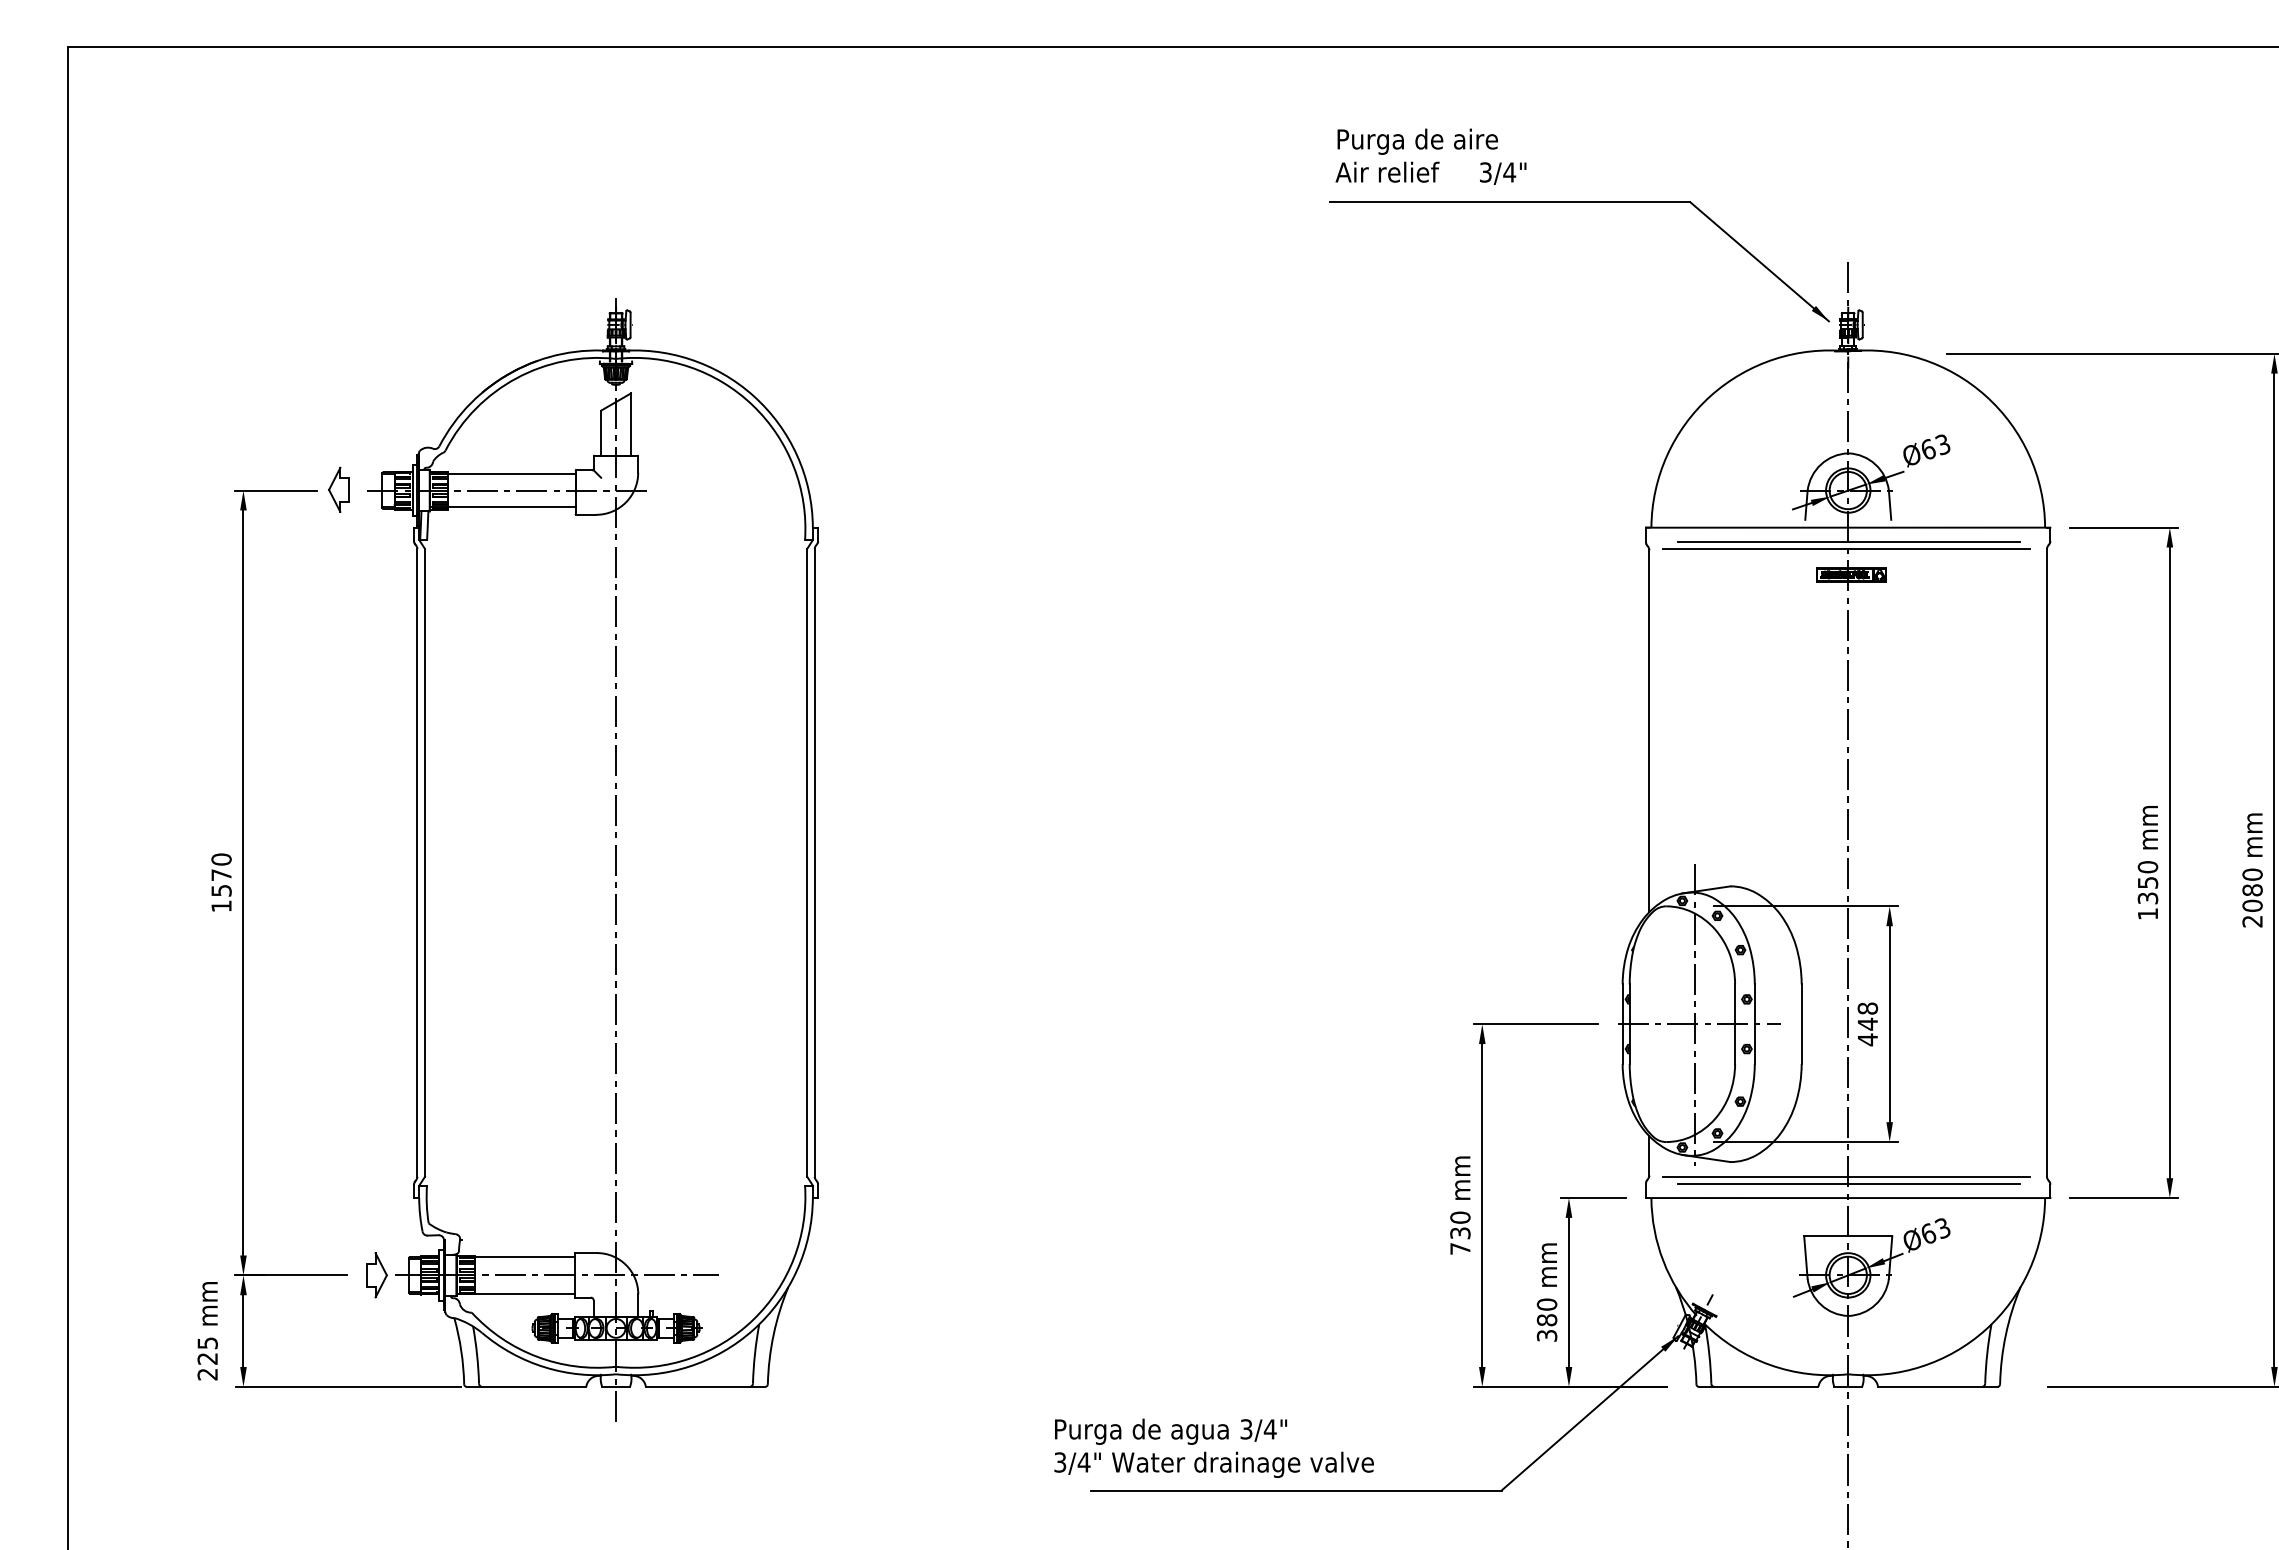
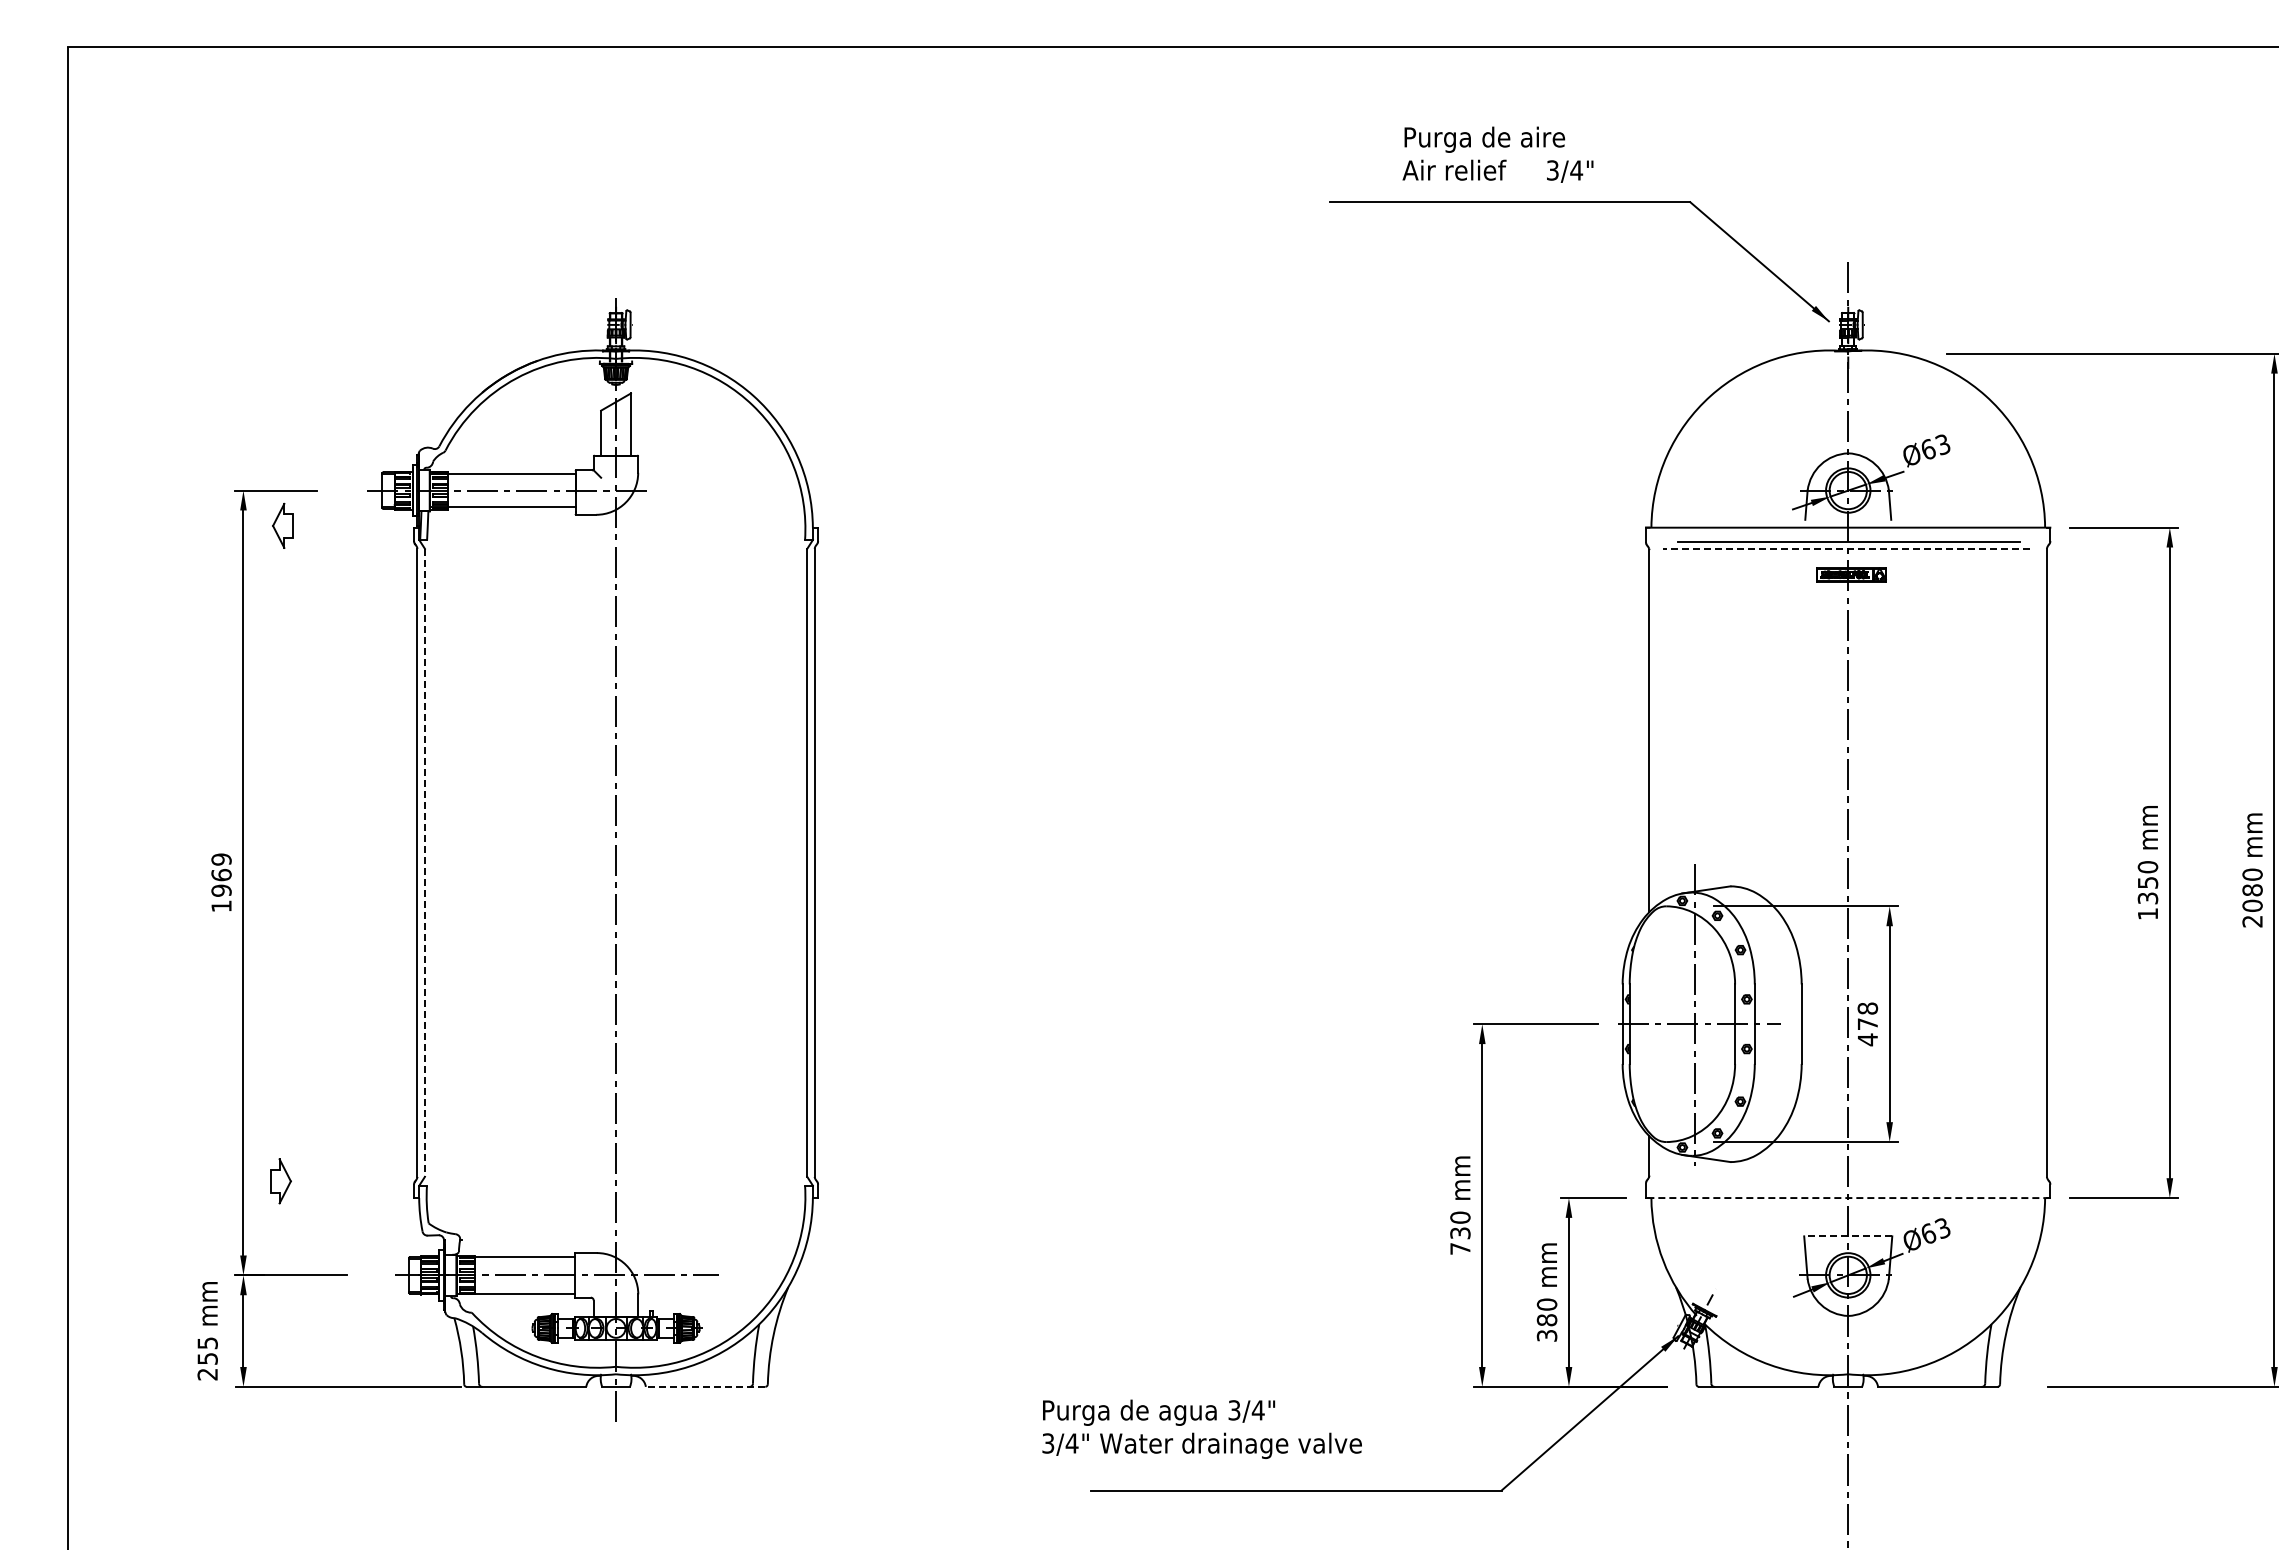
text at (1430, 156) position: (1430, 156) -> (1497, 154)
part at (338, 489) position: (338, 489) -> (282, 525)
line at (1846, 548): solid -> dashed
line at (424, 863): solid -> dashed
text at (221, 874): 1570 -> 1969
text at (1867, 1023): 448 -> 478
line at (1846, 1176): present -> none
line at (1848, 1183): present -> none
line at (1847, 1198): solid -> dashed
line at (1847, 1236): solid -> dashed
part at (376, 1275) position: (376, 1275) -> (280, 1181)
text at (207, 1358): 225 -> 255
line at (705, 1386): solid -> dashed
text at (1213, 1447) position: (1213, 1447) -> (1201, 1428)
